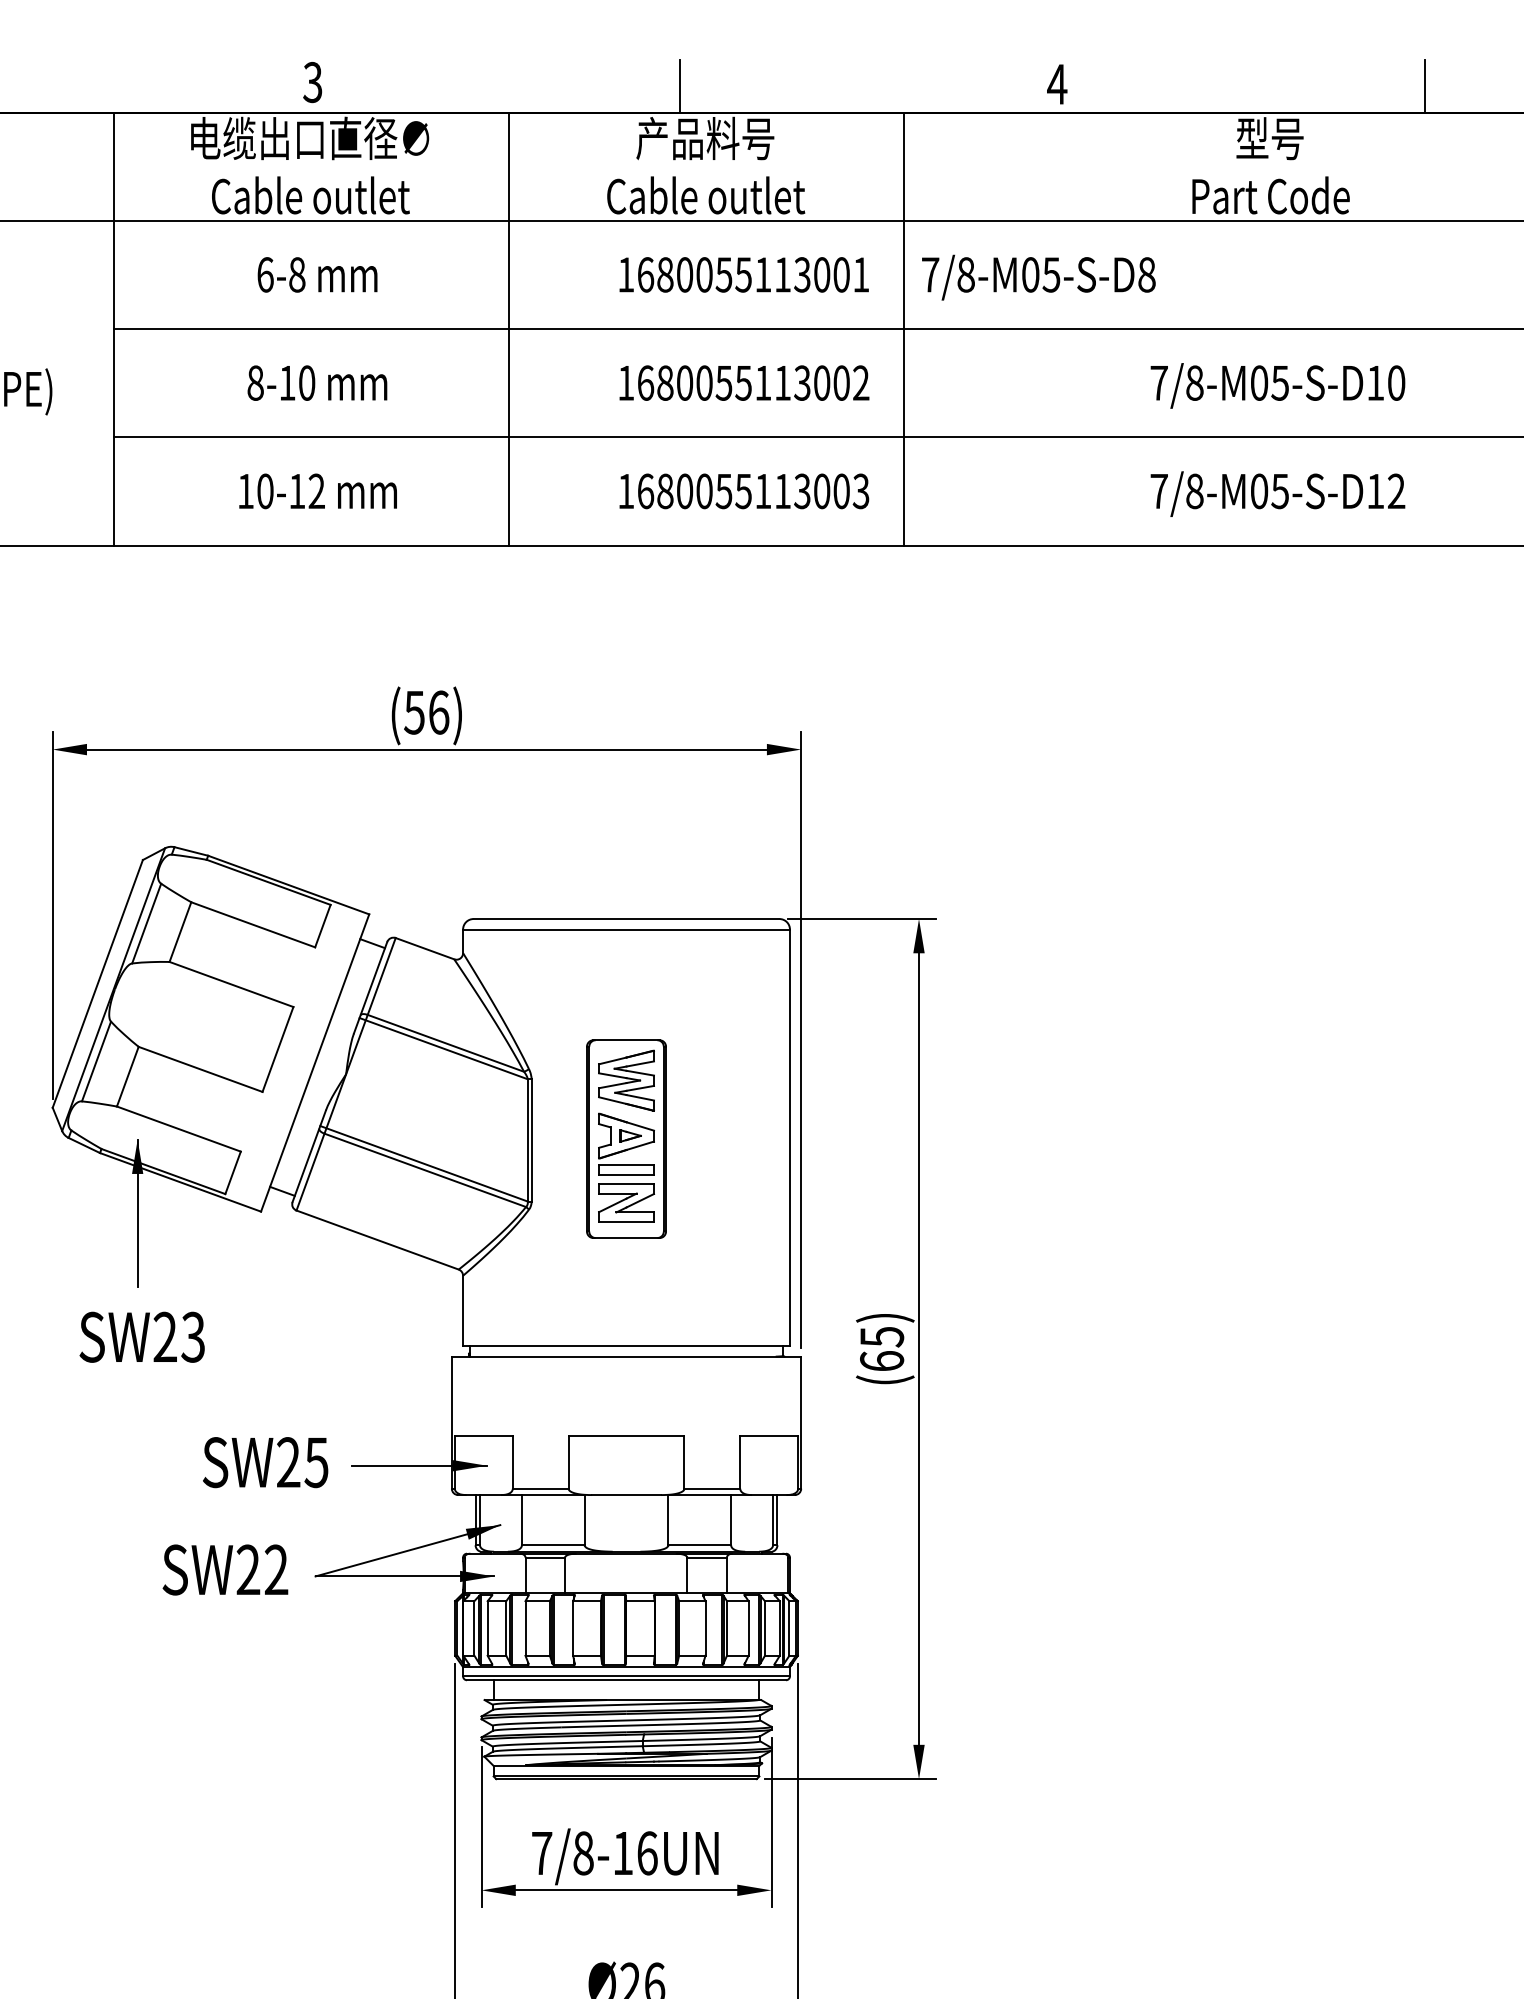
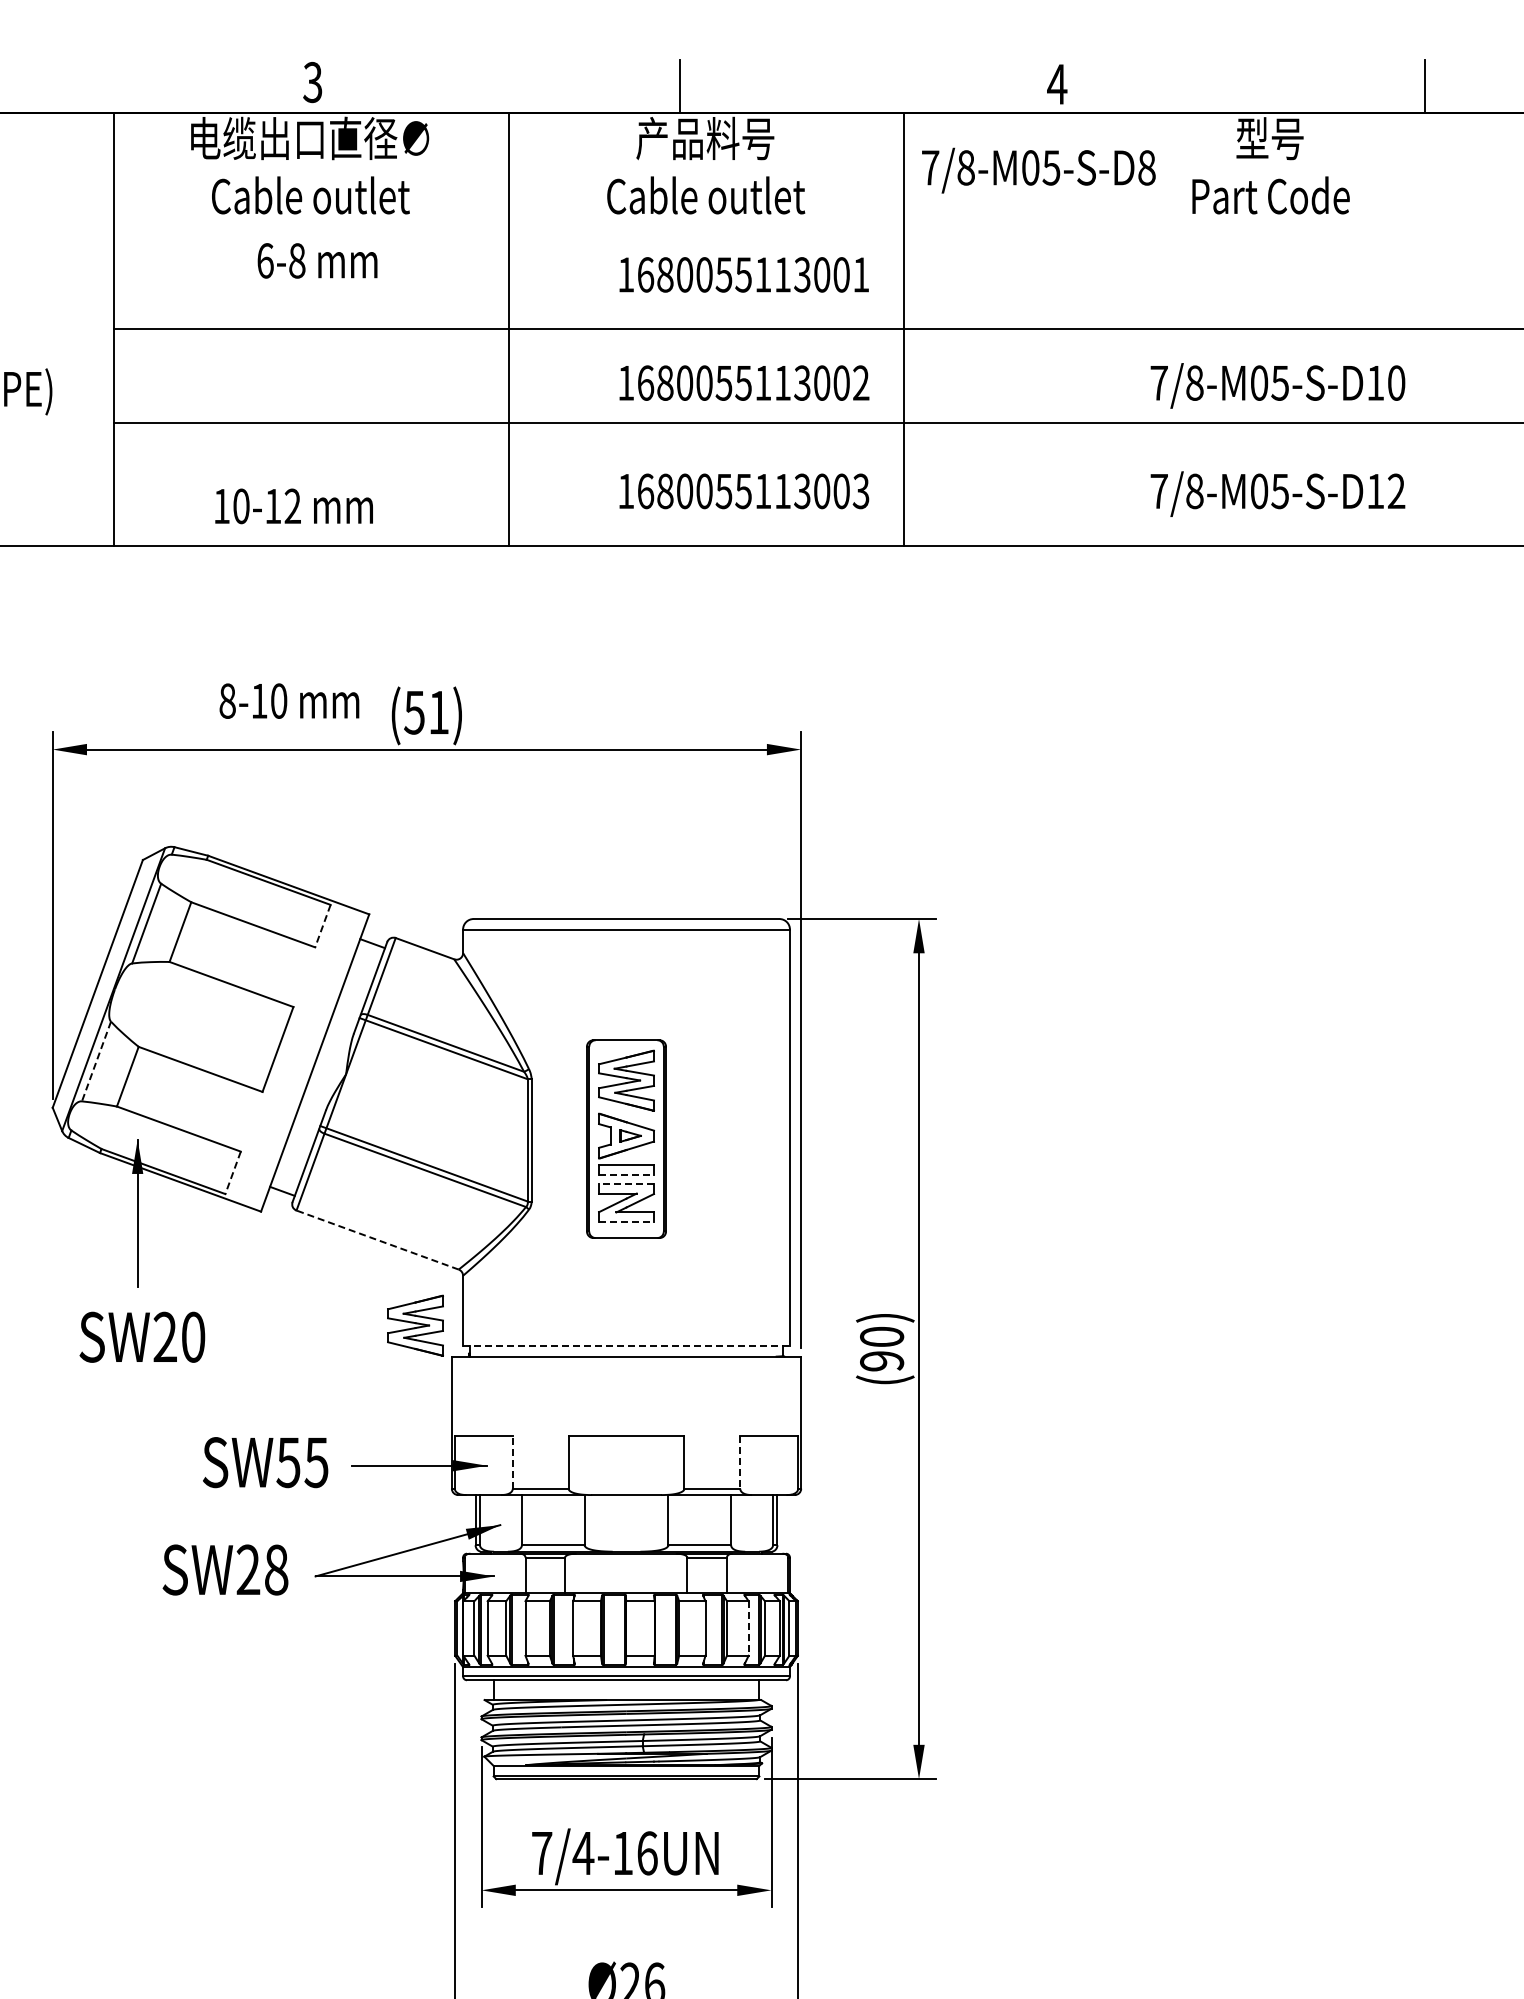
line at (761, 220): present -> none
text at (317, 274) position: (317, 274) -> (317, 260)
text at (1038, 277) position: (1038, 277) -> (1038, 170)
text at (317, 382) position: (317, 382) -> (289, 700)
line at (816, 437) position: (816, 437) -> (816, 423)
text at (317, 491) position: (317, 491) -> (293, 506)
text at (439, 712): (56) -> (51)
line at (322, 926): solid -> dashed
line at (96, 1062): solid -> dashed
line at (233, 1172): solid -> dashed
line at (627, 1174): solid -> dashed
line at (626, 1183): solid -> dashed
line at (627, 1222): solid -> dashed
line at (377, 1239): solid -> dashed
part at (415, 1325): none -> present
text at (193, 1336): SW23 -> SW20
line at (627, 1346): solid -> dashed
text at (882, 1348): (65) -> (90)
line at (512, 1461): solid -> dashed
text at (288, 1462): SW25 -> SW55
line at (740, 1462): solid -> dashed
text at (276, 1569): SW22 -> SW28
line at (748, 1628): solid -> dashed
text at (583, 1853): 7/8-16UN -> 7/4-16UN
